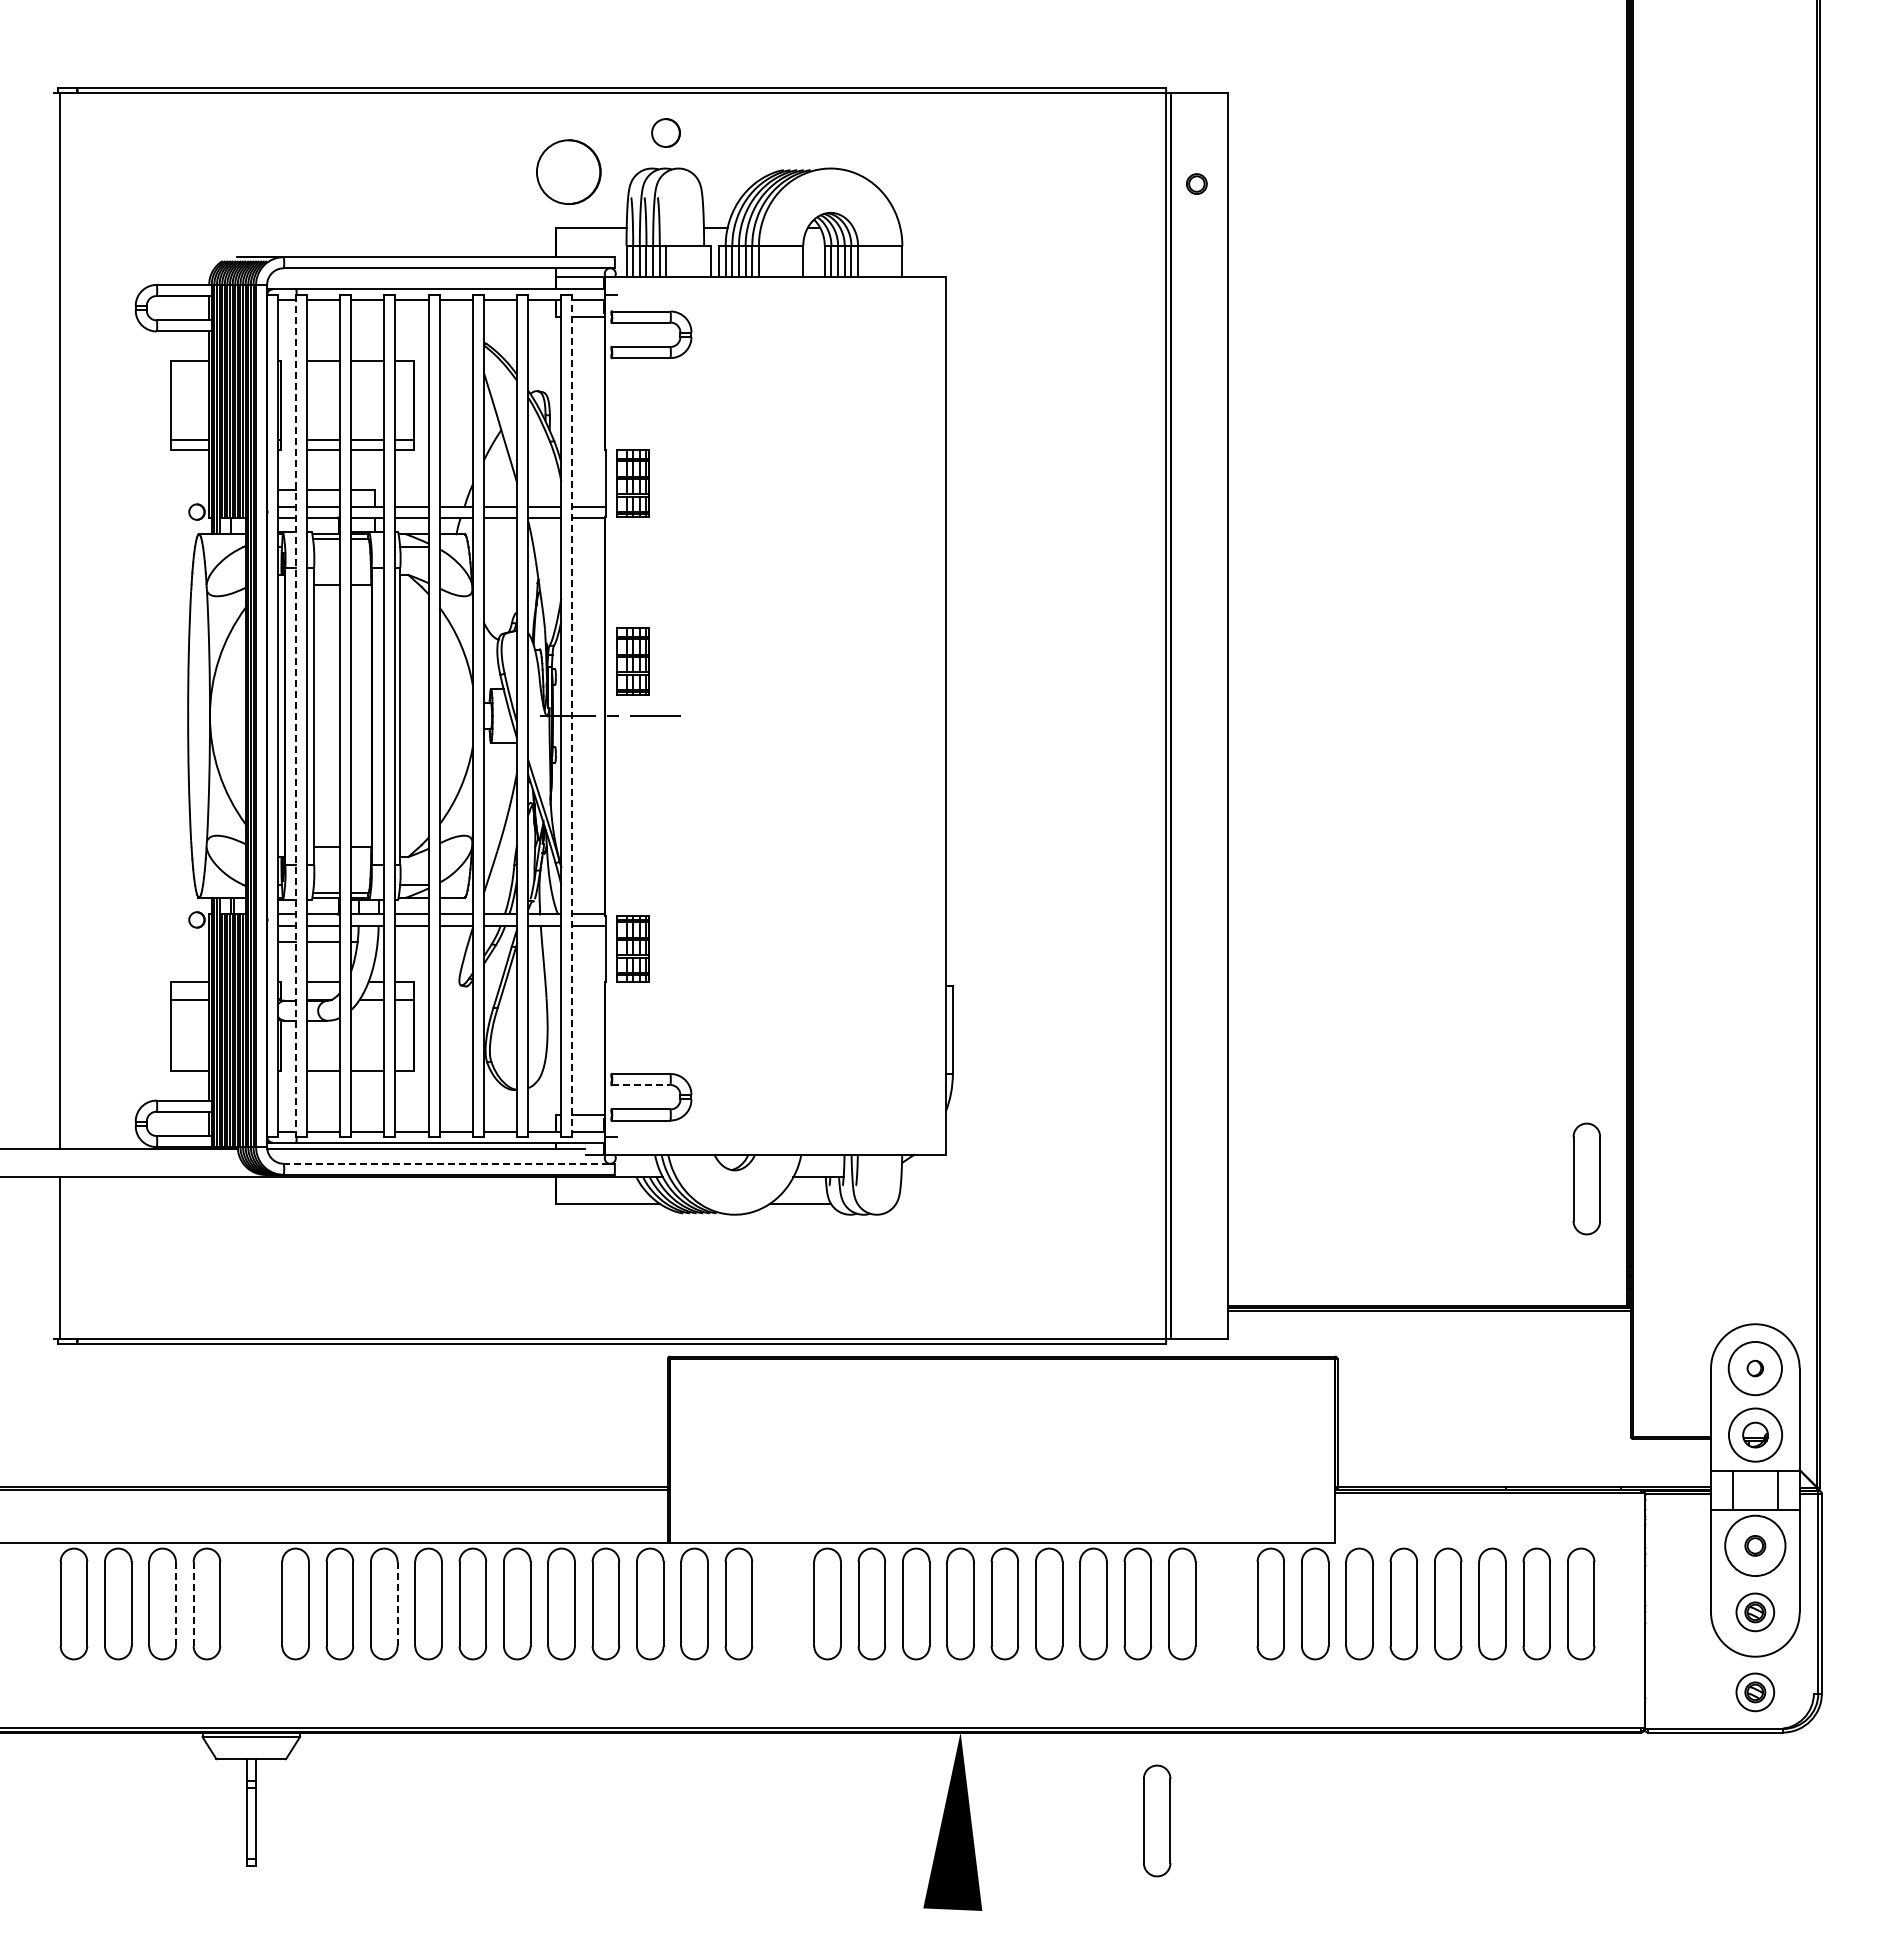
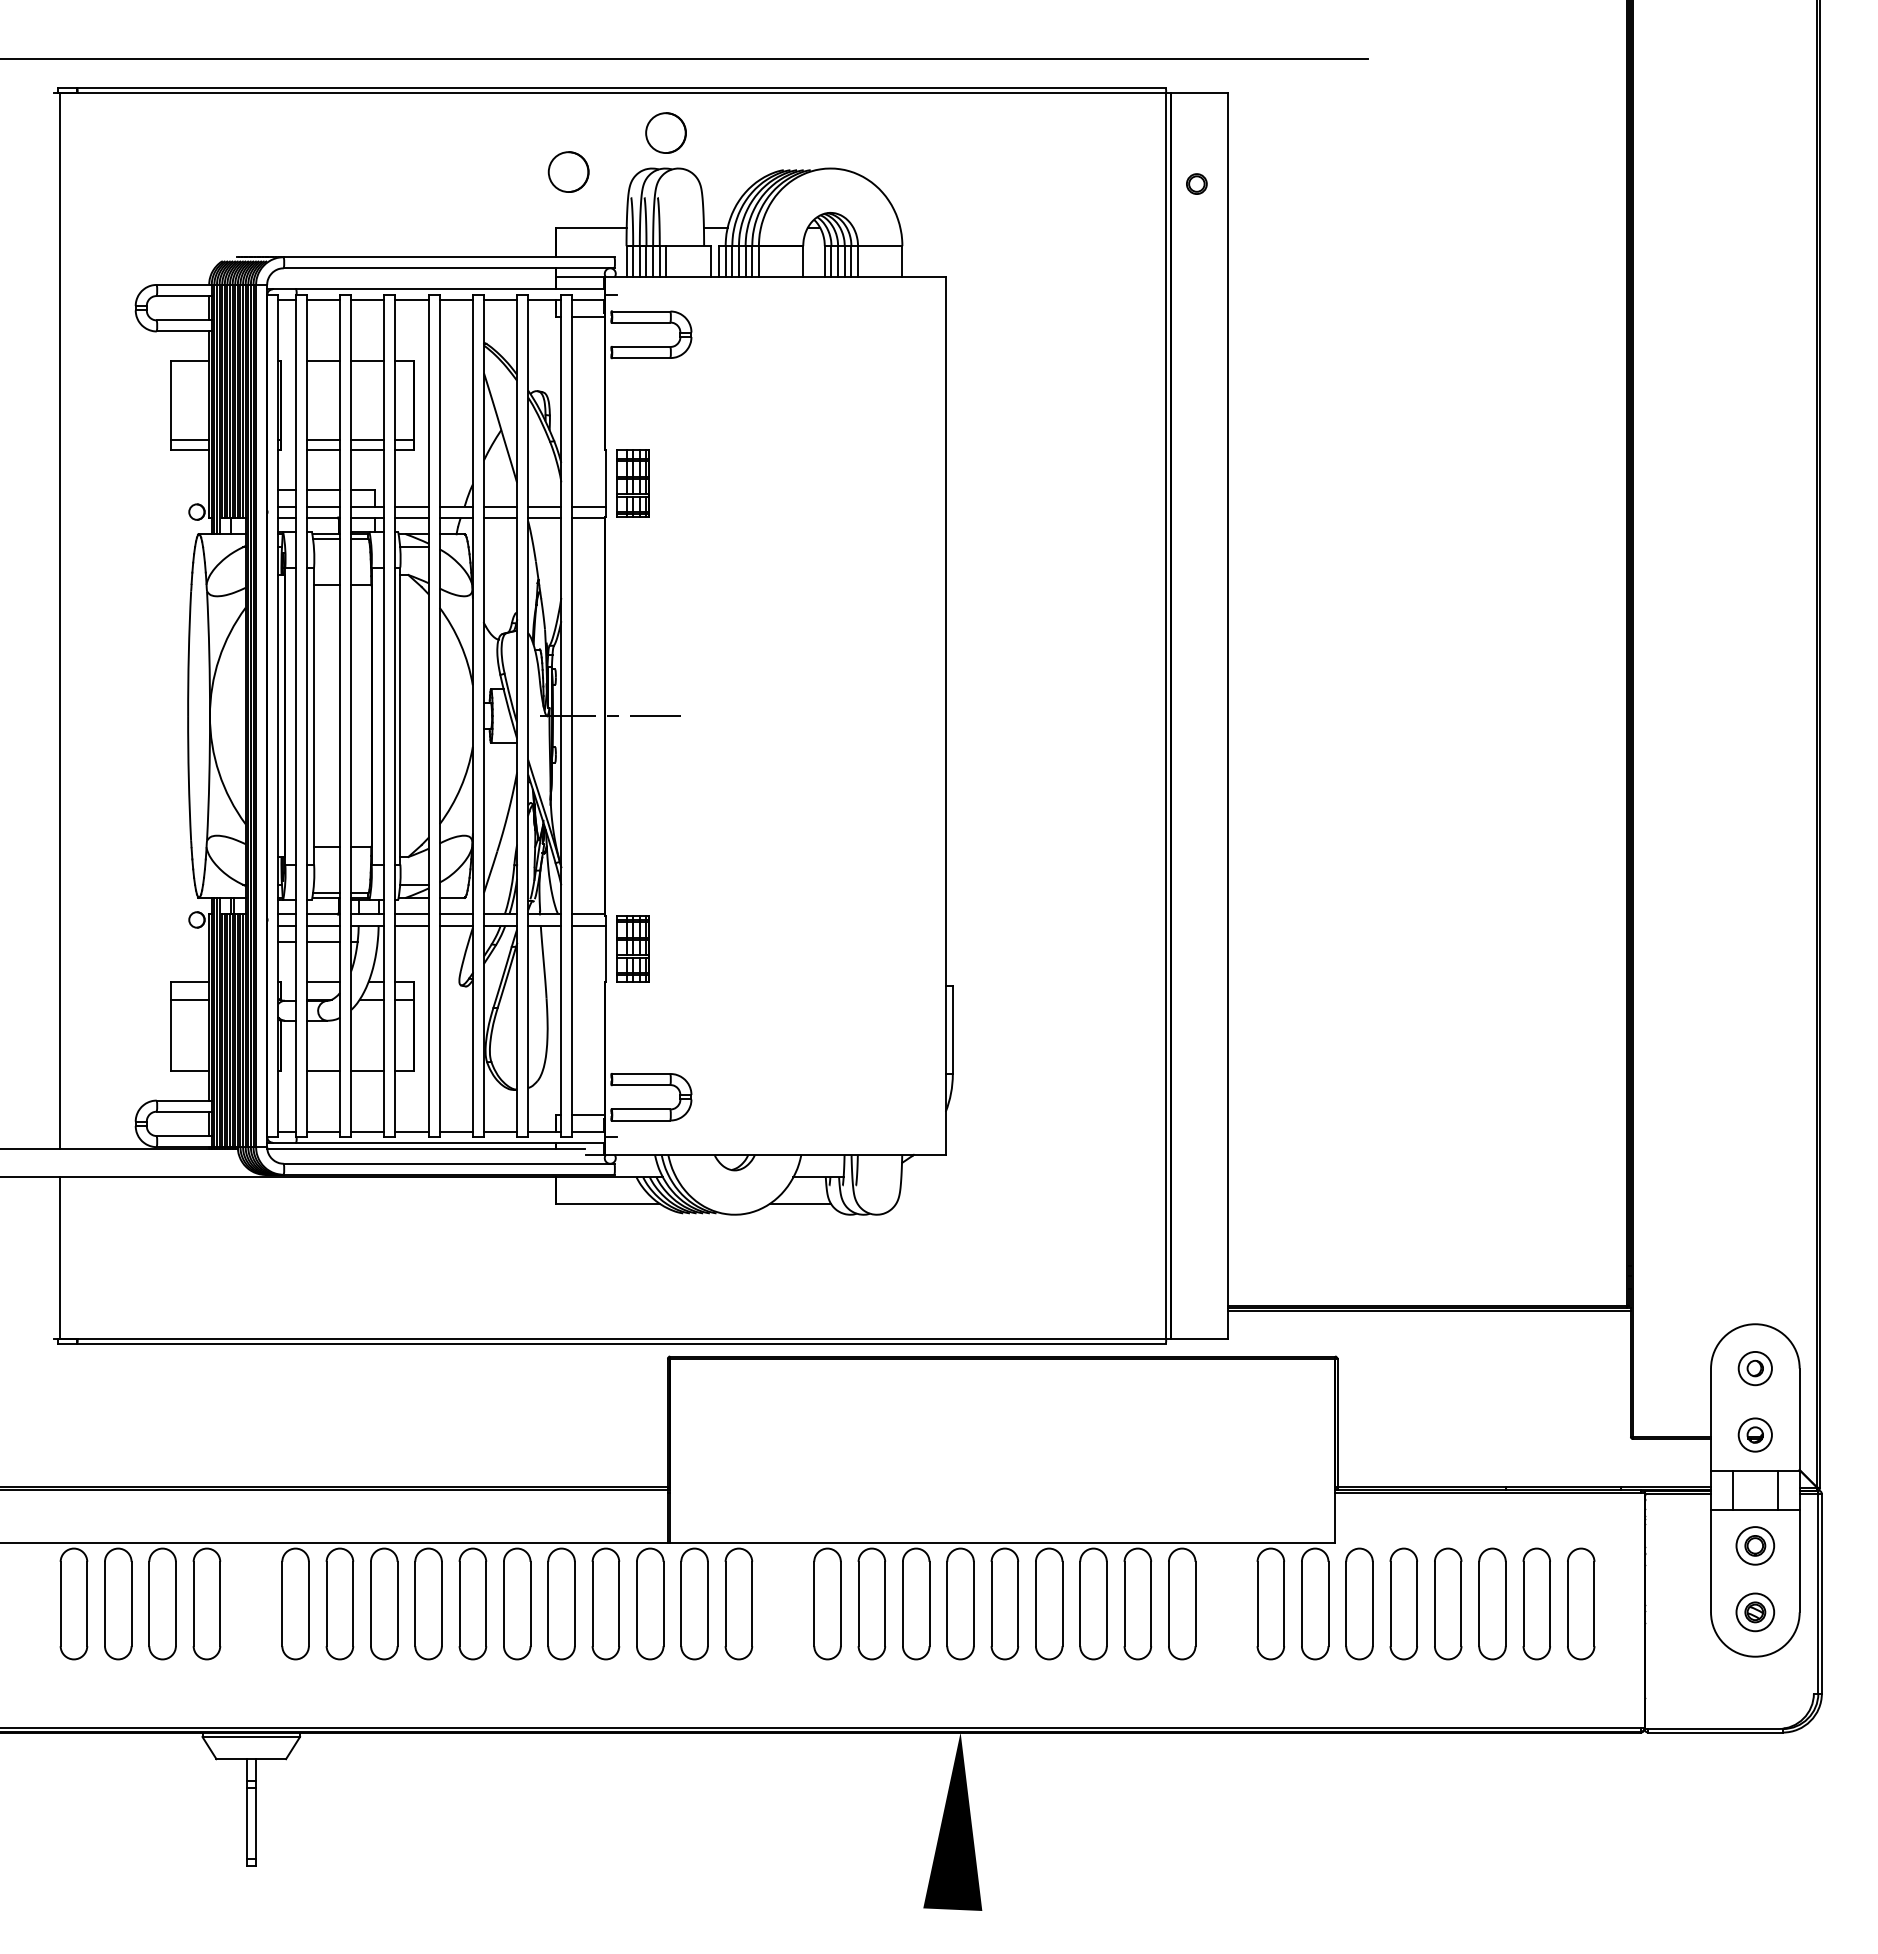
line at (685, 58): none -> present
circle at (665, 132) size: 30x30 px -> 42x42 px
part at (568, 171) size: 66x66 px -> 43x42 px
part at (632, 661): present -> none
line at (572, 715): dashed -> solid
line at (295, 716): dashed -> solid
line at (641, 1085): dashed -> solid
line at (446, 1163): dashed -> solid
part at (1586, 1178): present -> none
circle at (1754, 1368) diameter: 53 px -> 33 px
part at (1755, 1434) size: 55x56 px -> 36x36 px
circle at (1755, 1545) diameter: 60 px -> 38 px
line at (175, 1603): dashed -> solid
line at (397, 1603): dashed -> solid
line at (193, 1604): dashed -> solid
part at (1755, 1692): present -> none
part at (1157, 1820): present -> none
